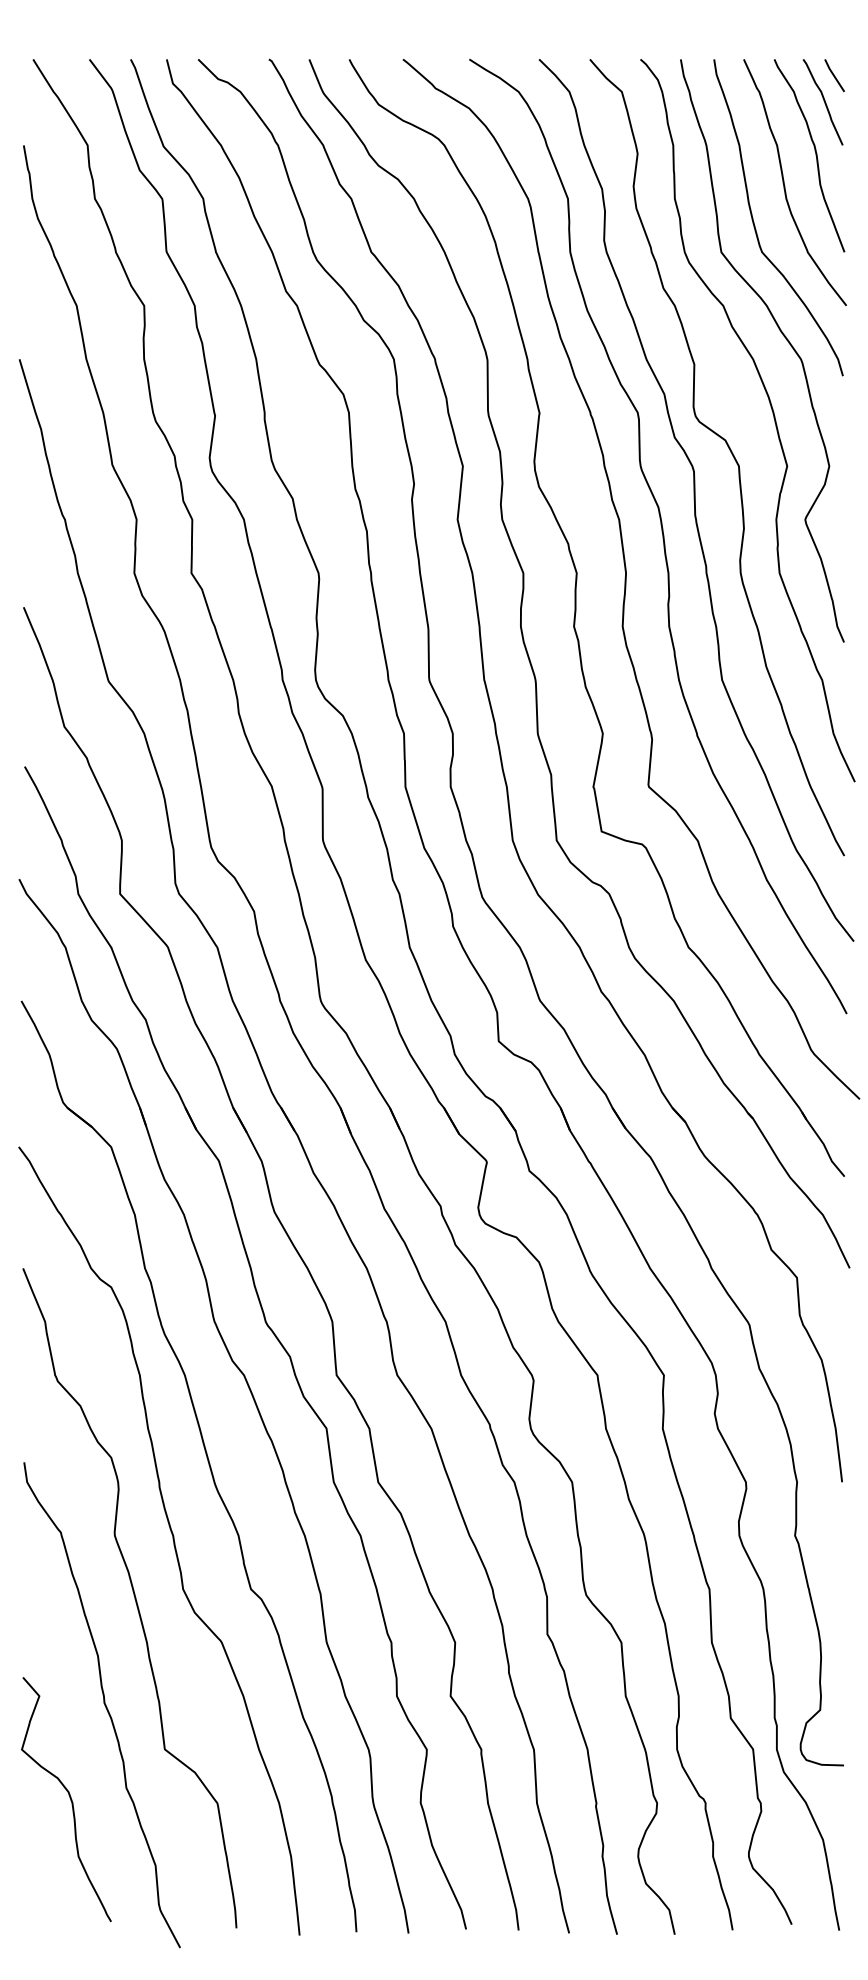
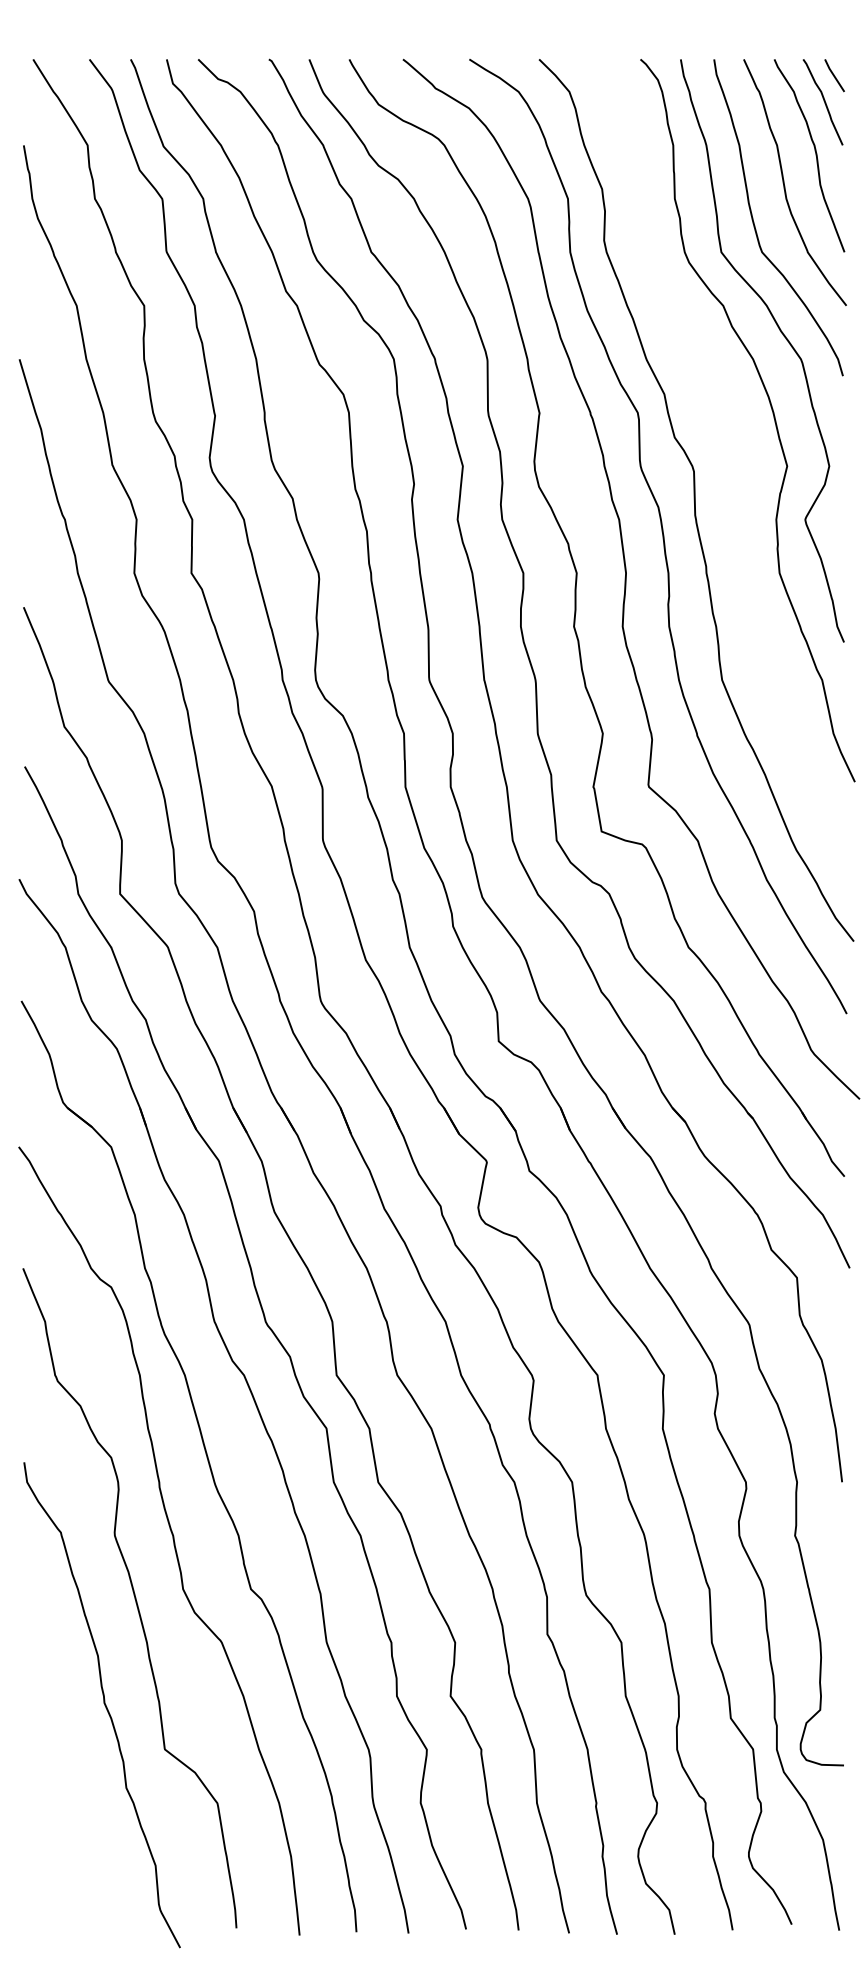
curve at (729, 450): present -> none
curve at (69, 1798): present -> none
